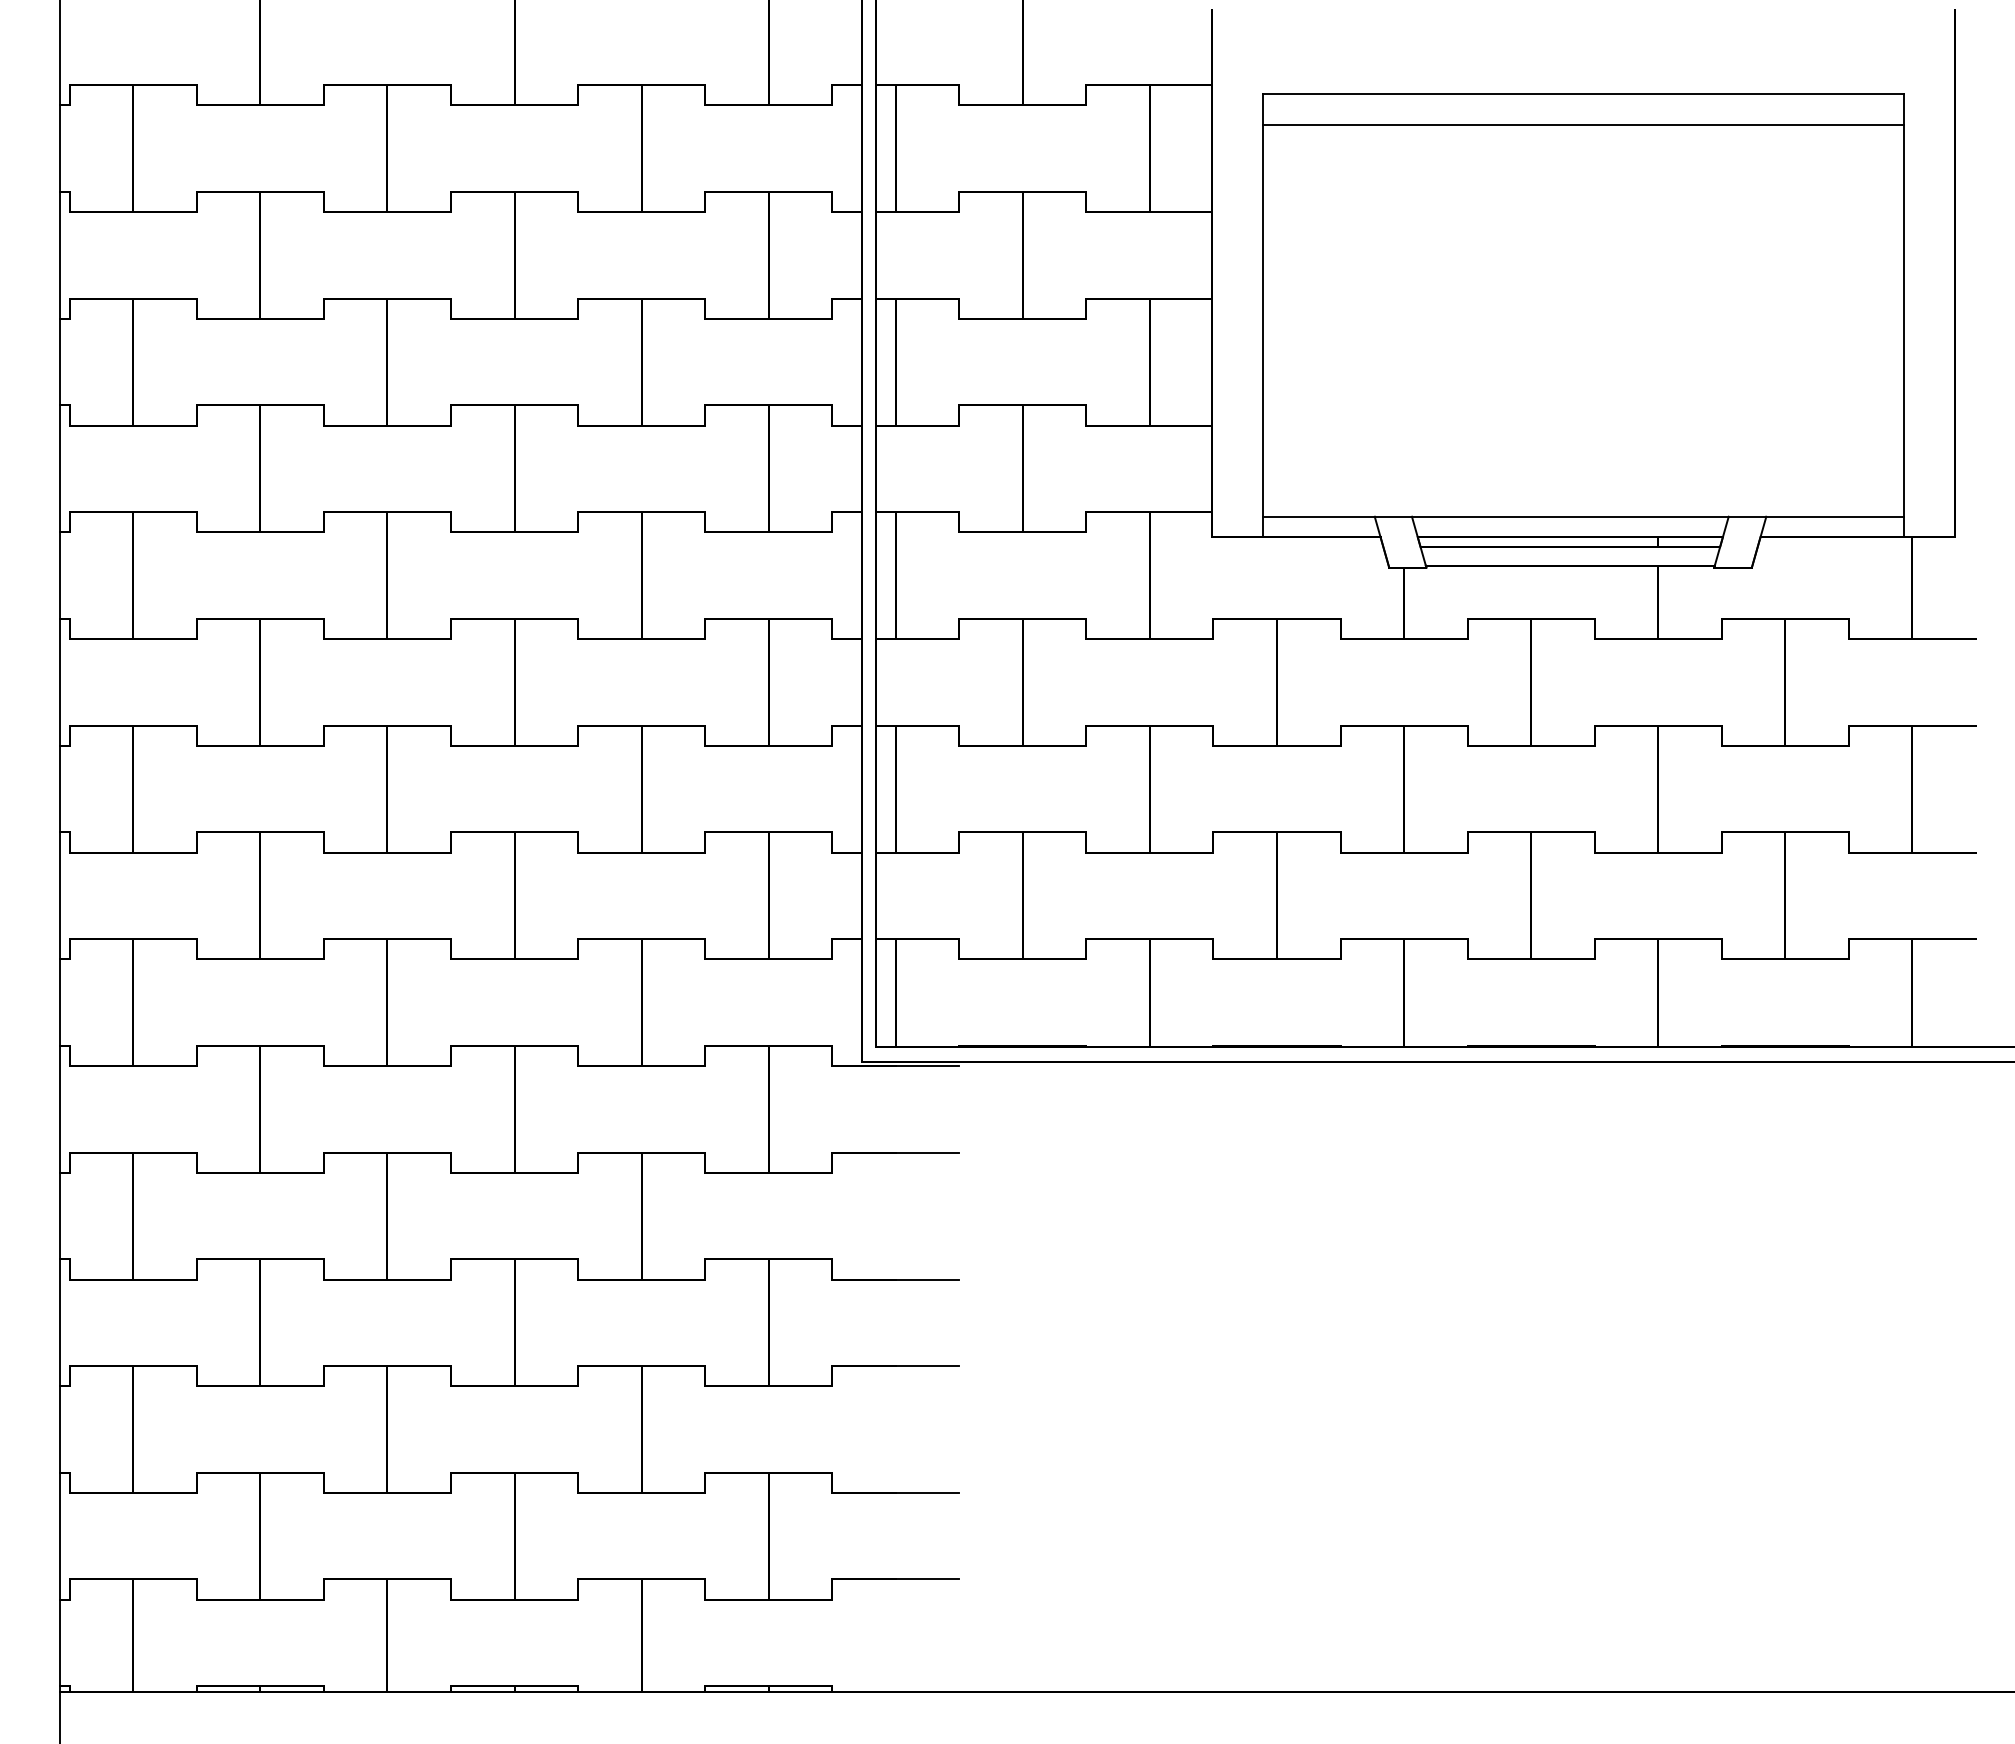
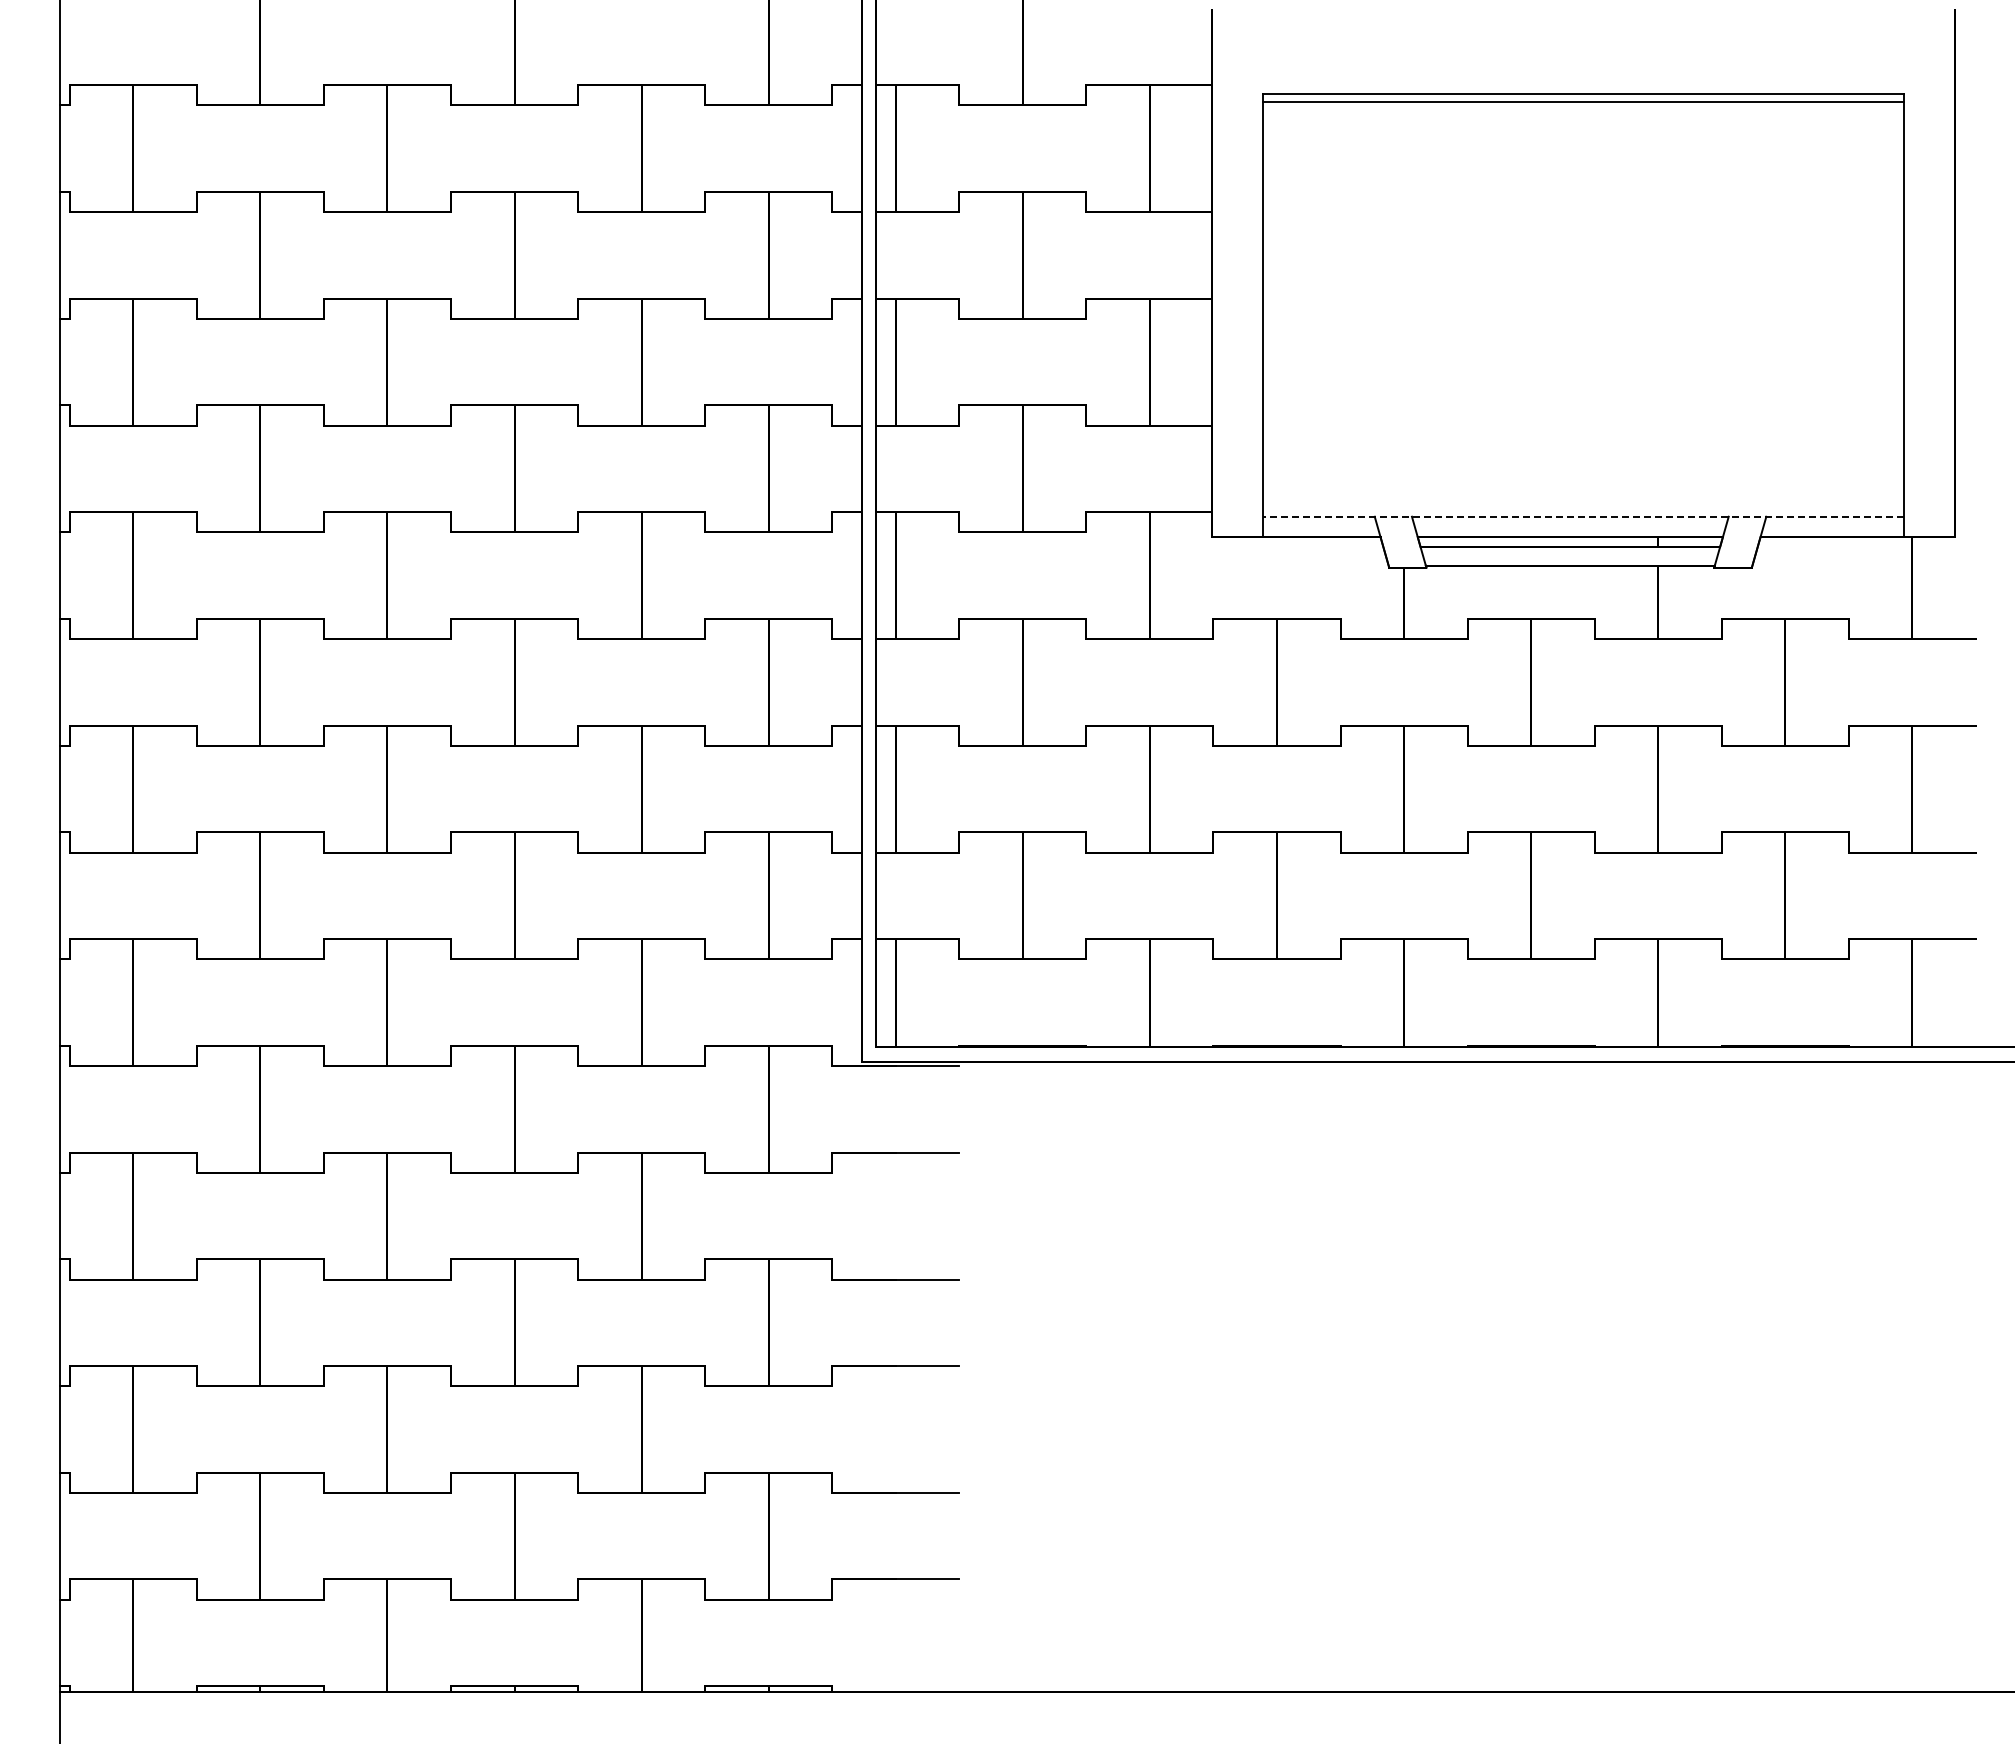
line at (1583, 125) position: (1583, 125) -> (1583, 102)
line at (1582, 516): solid -> dashed
